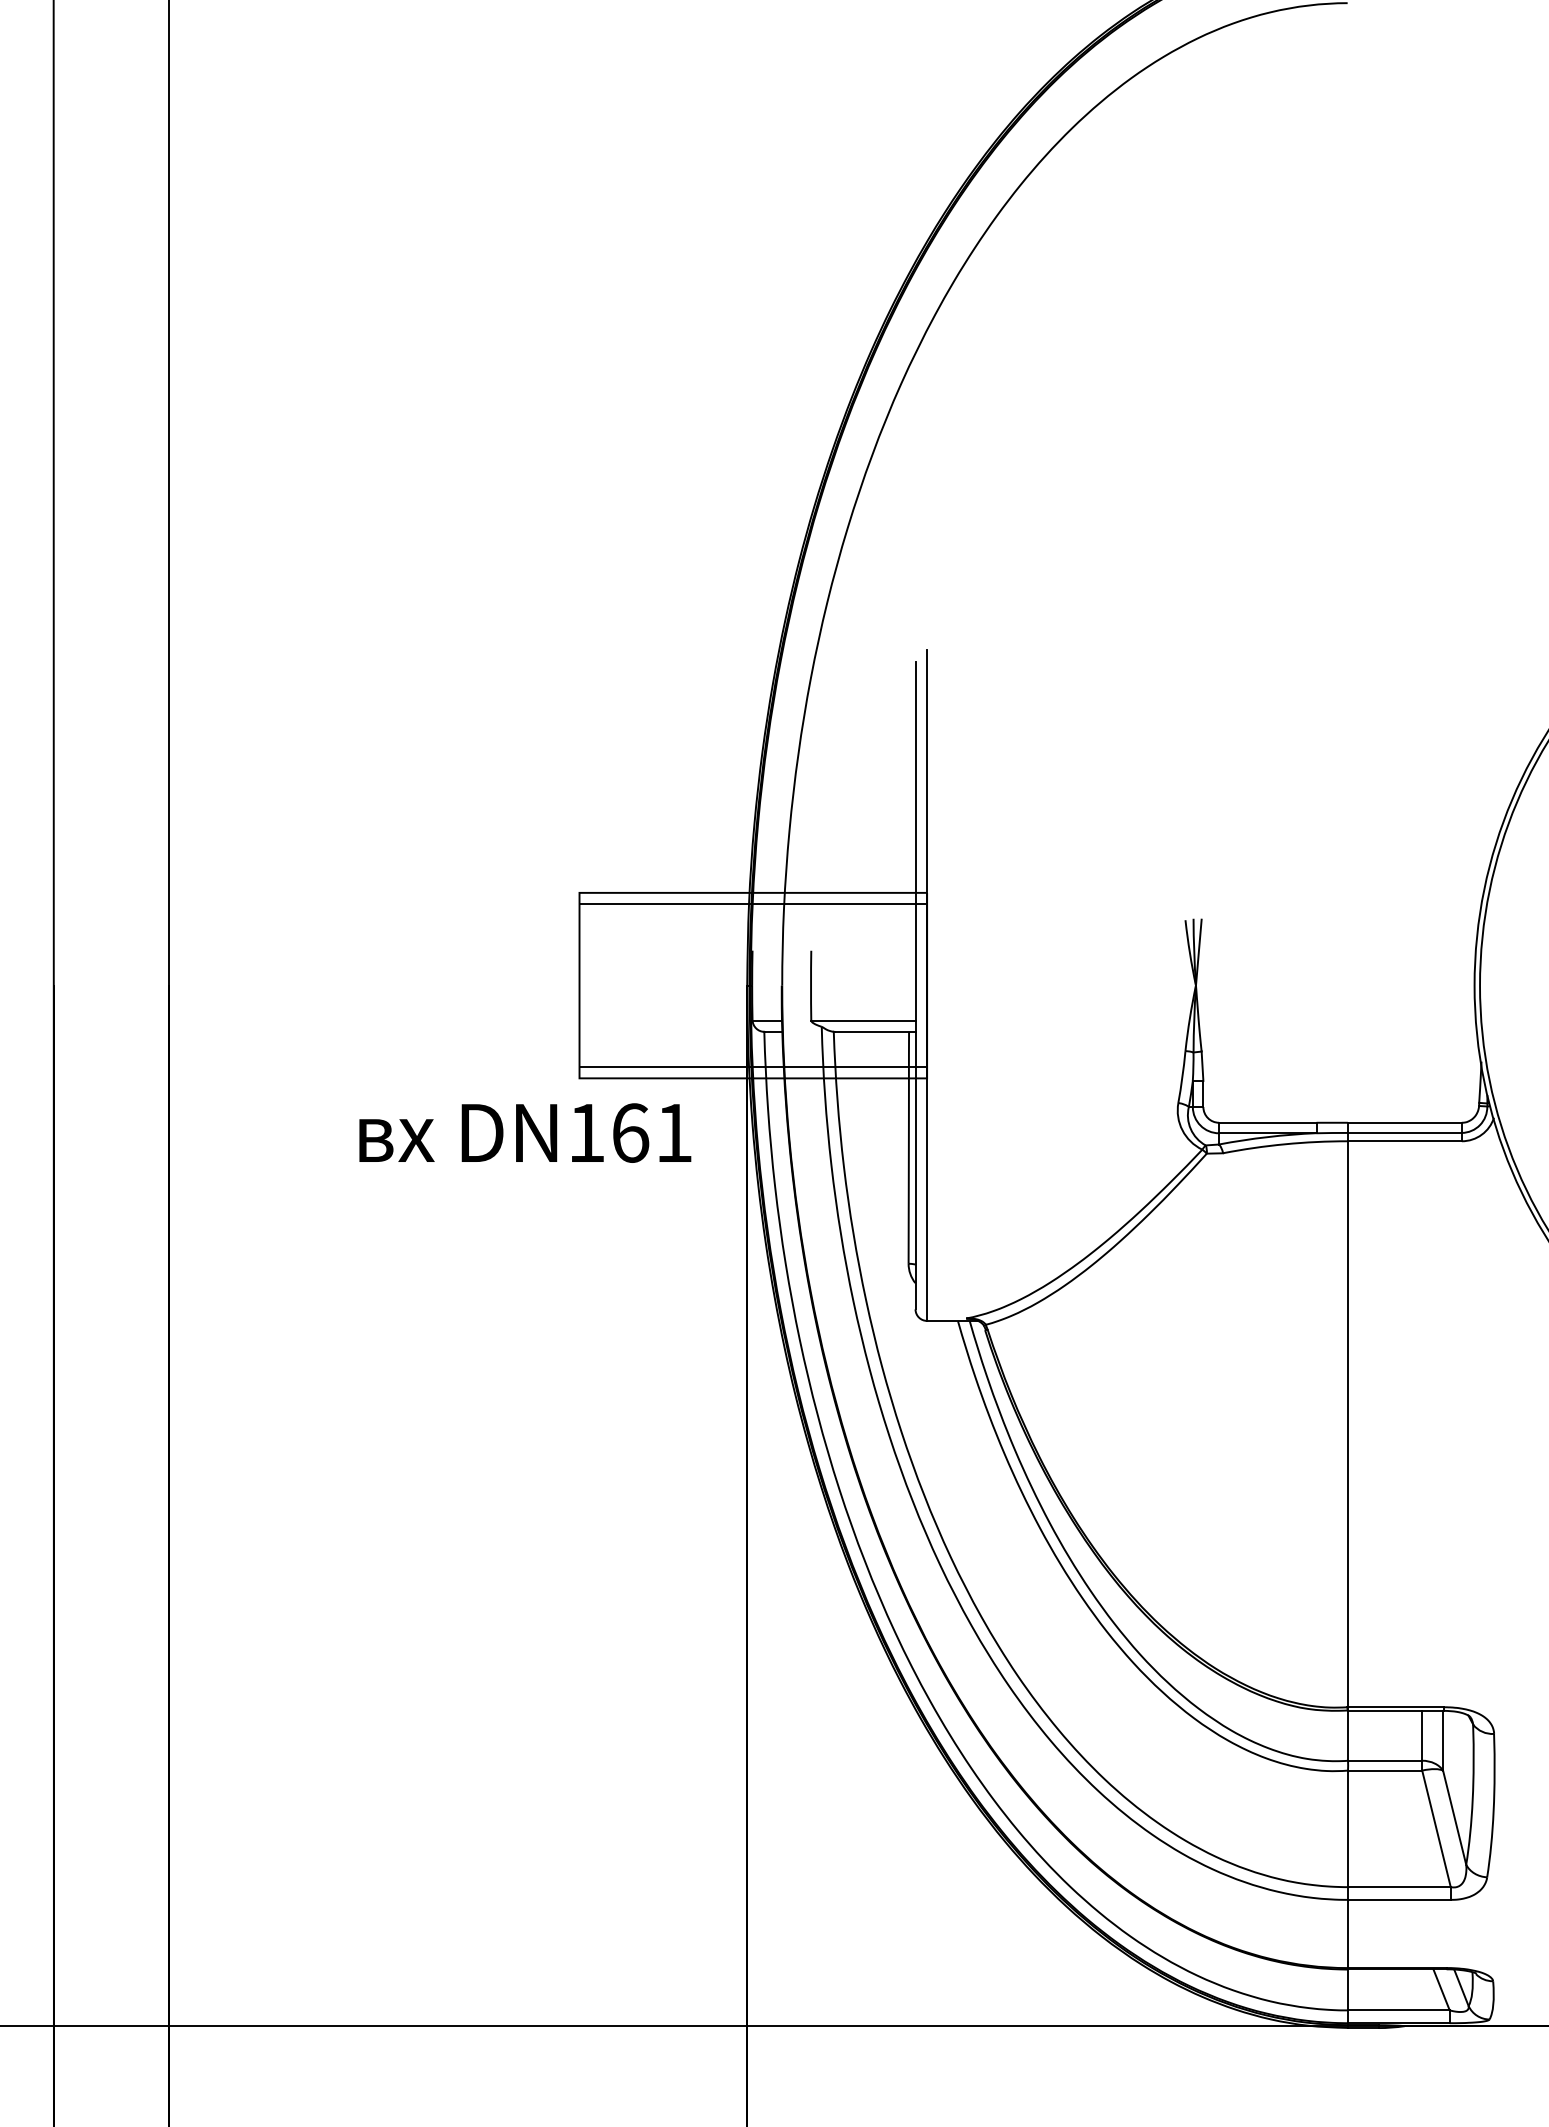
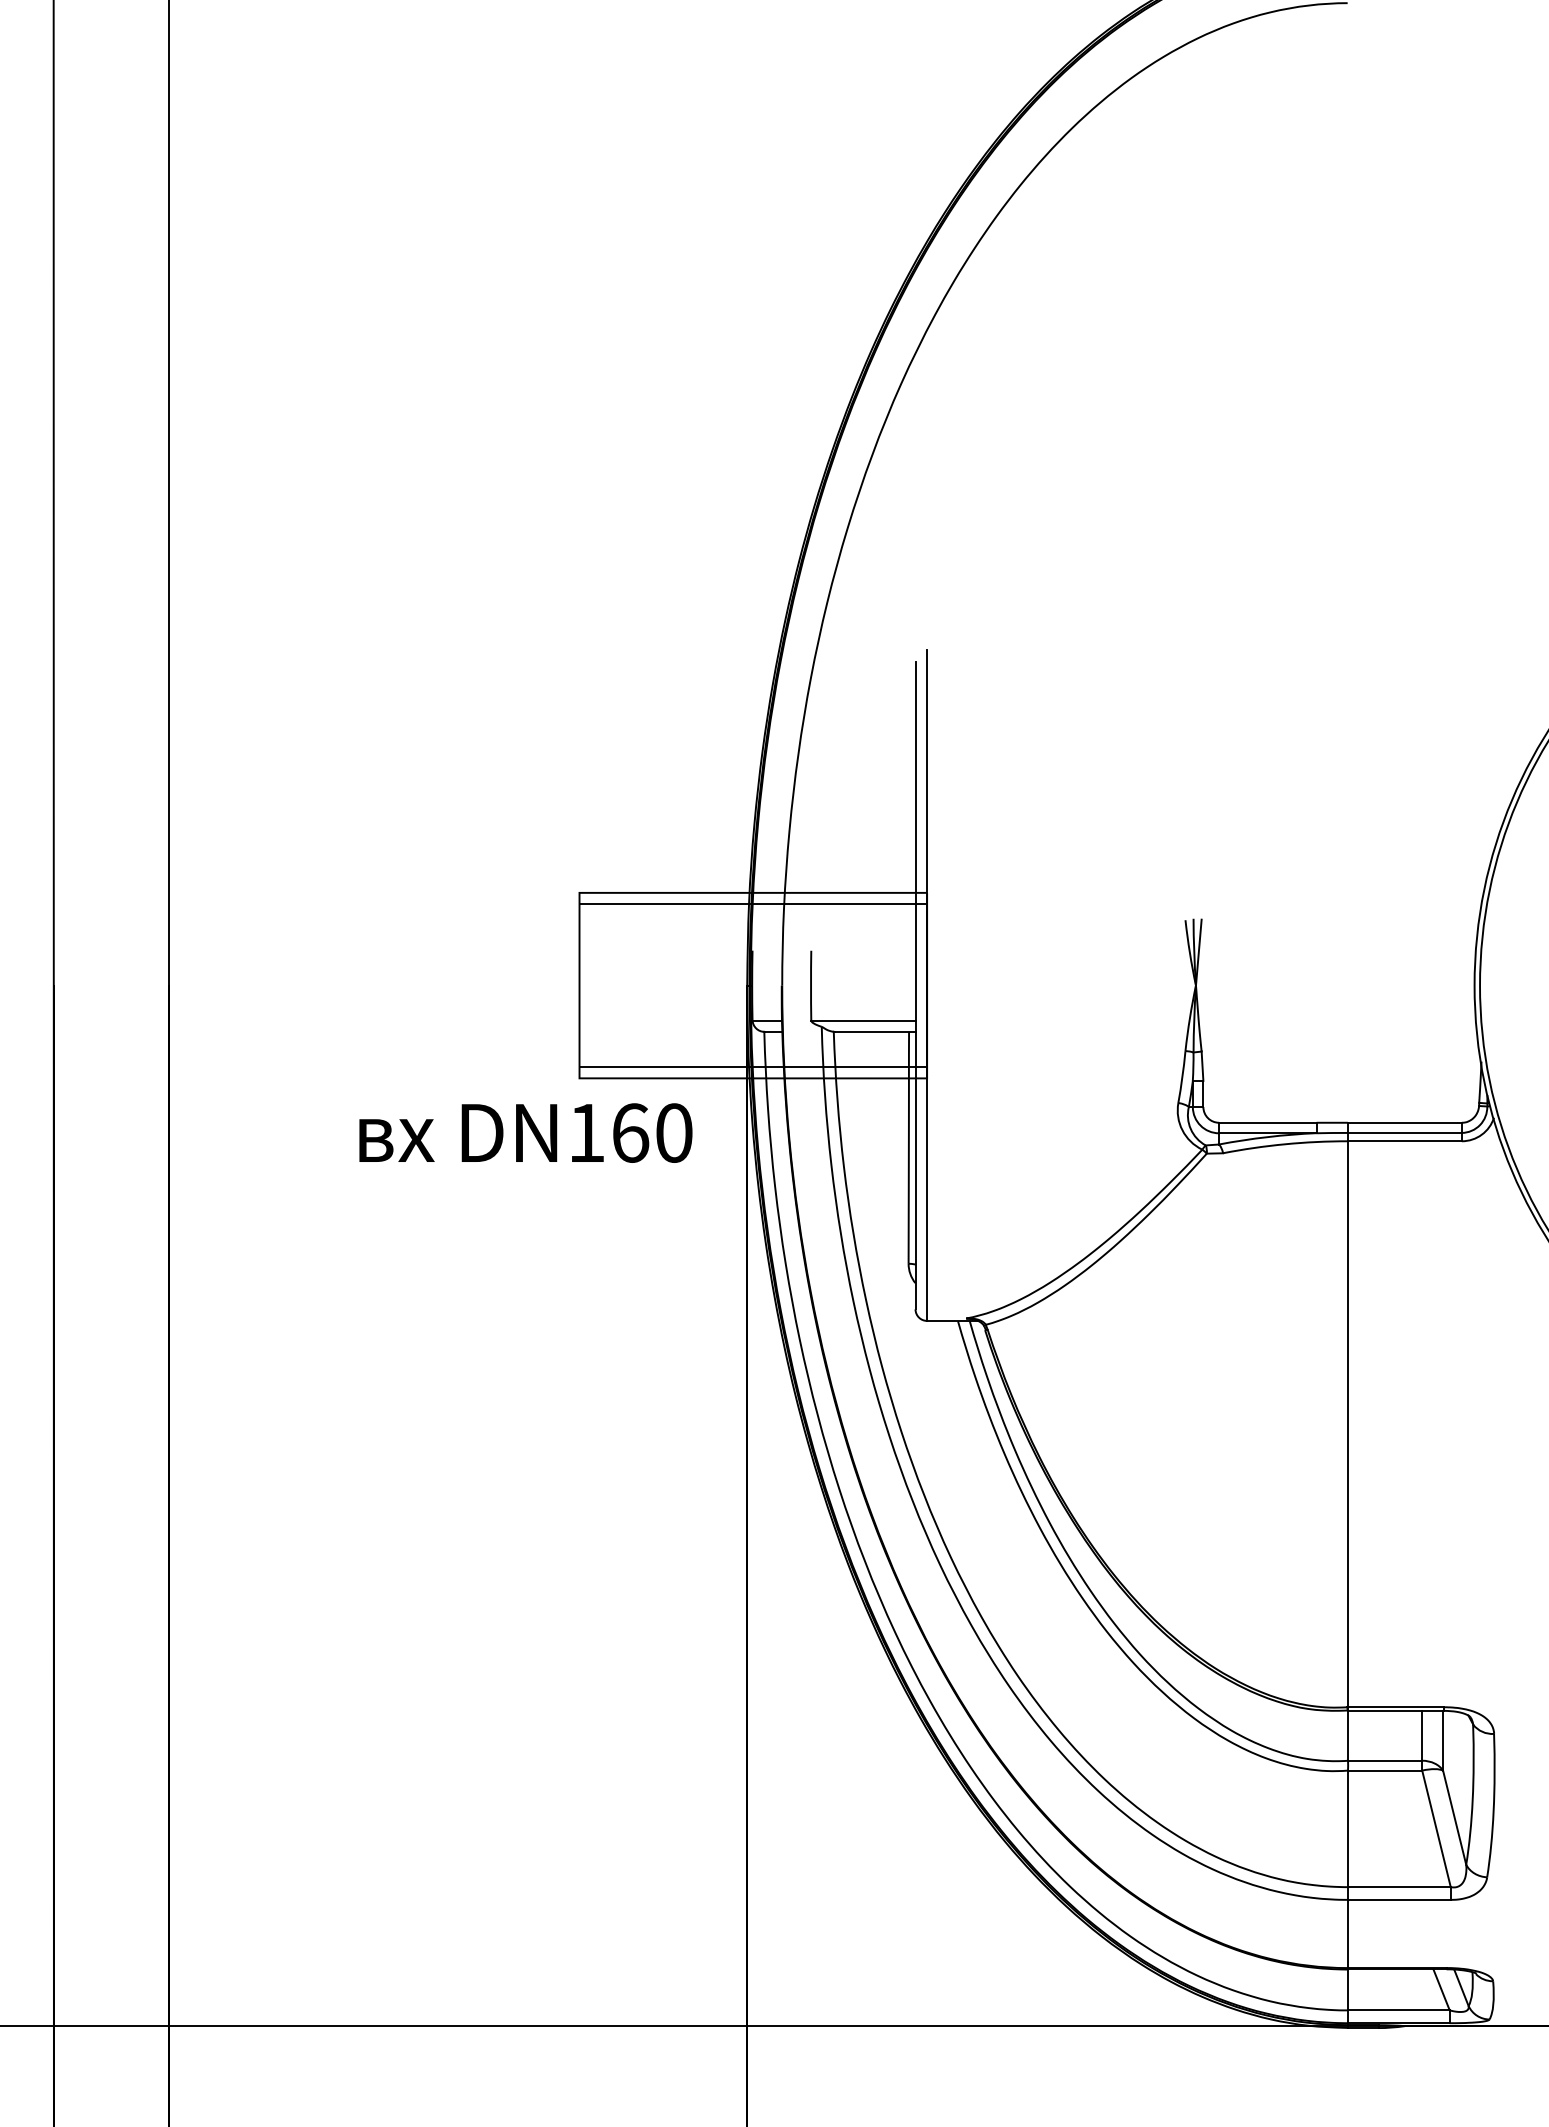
text at (674, 1132): DN161 -> DN160
